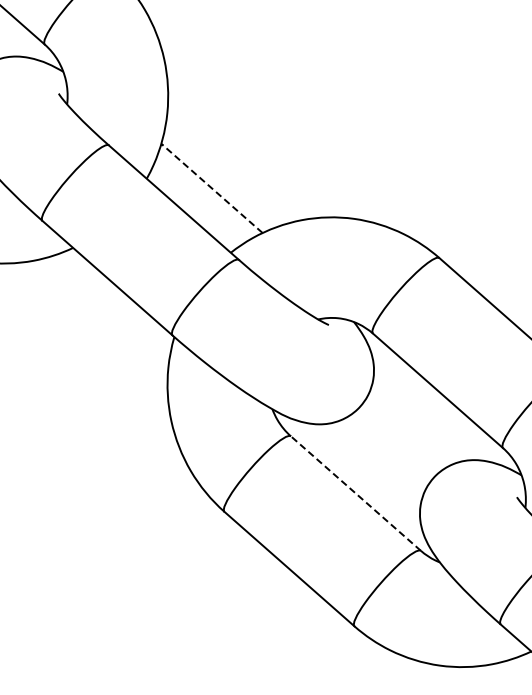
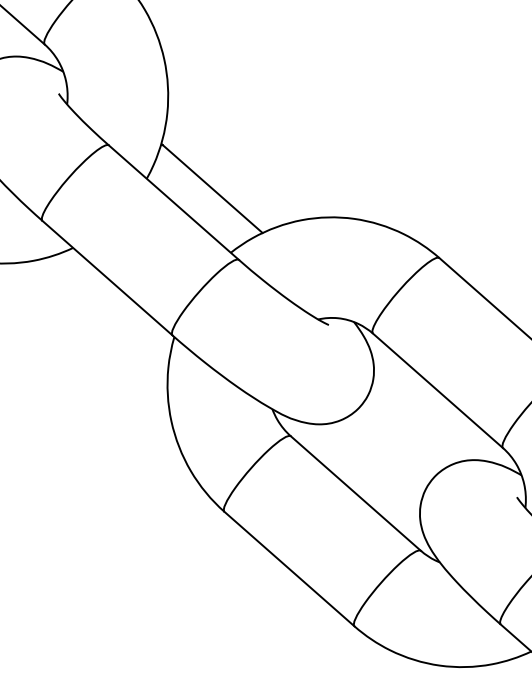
line at (212, 188): dashed -> solid
line at (355, 493): dashed -> solid
